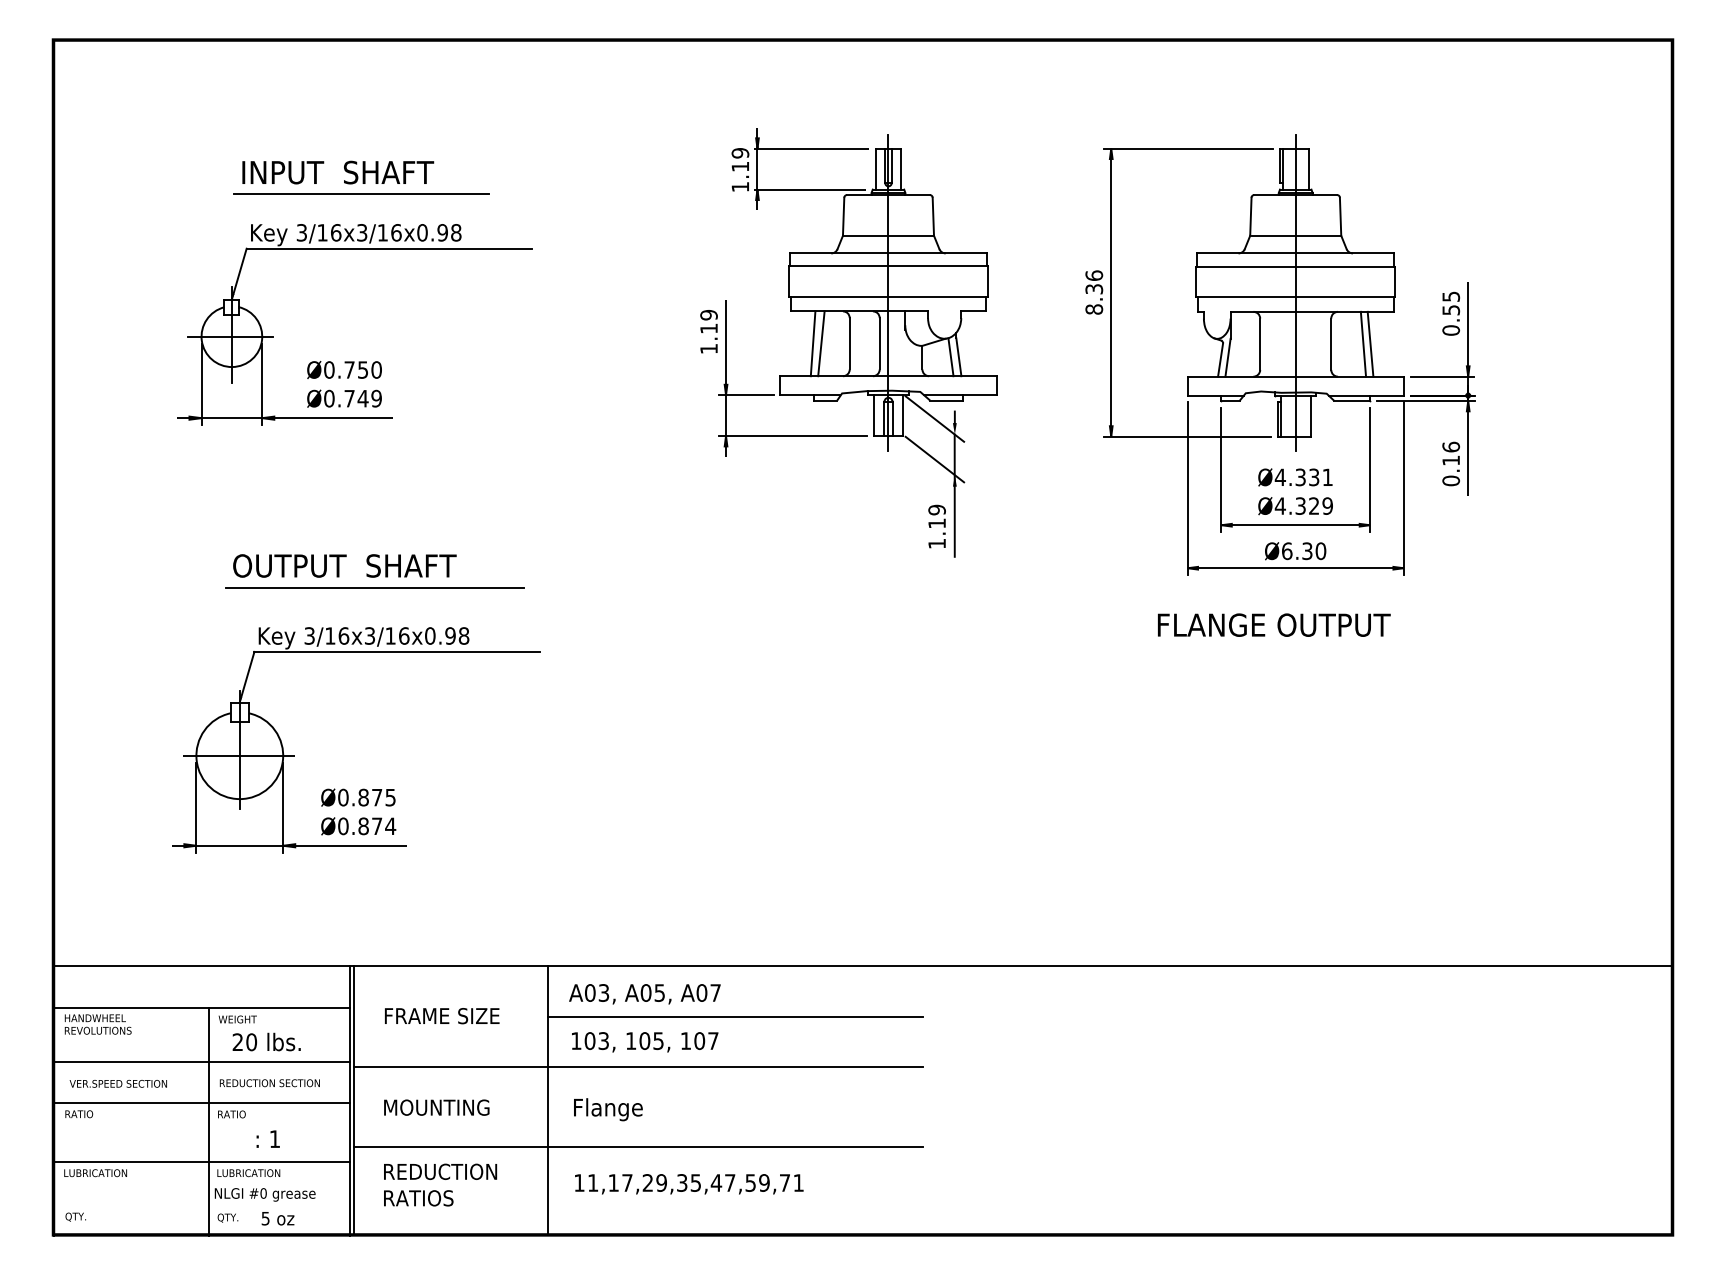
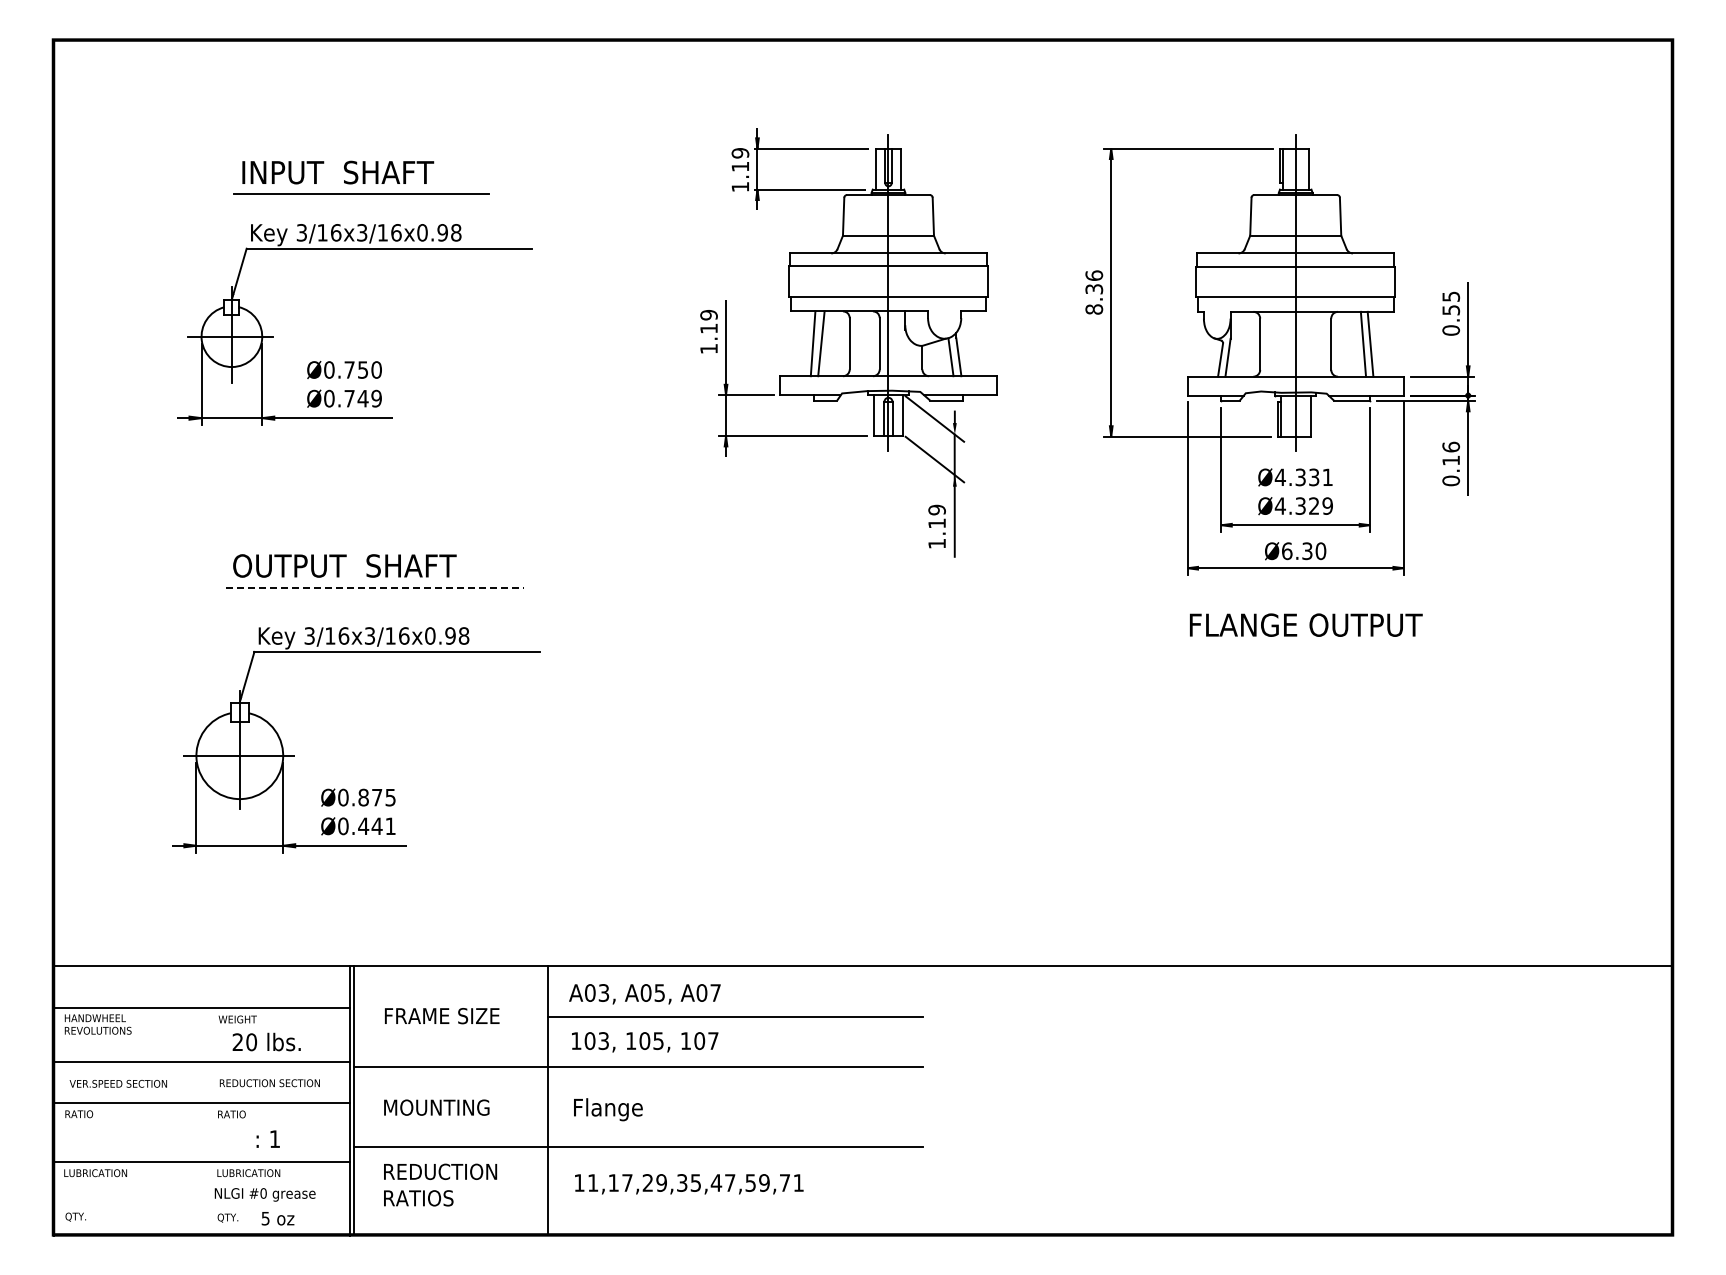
line at (375, 587): solid -> dashed
text at (1274, 624) position: (1274, 624) -> (1306, 624)
text at (377, 826): Ø0.874 -> Ø0.441
line at (209, 1121): present -> none
